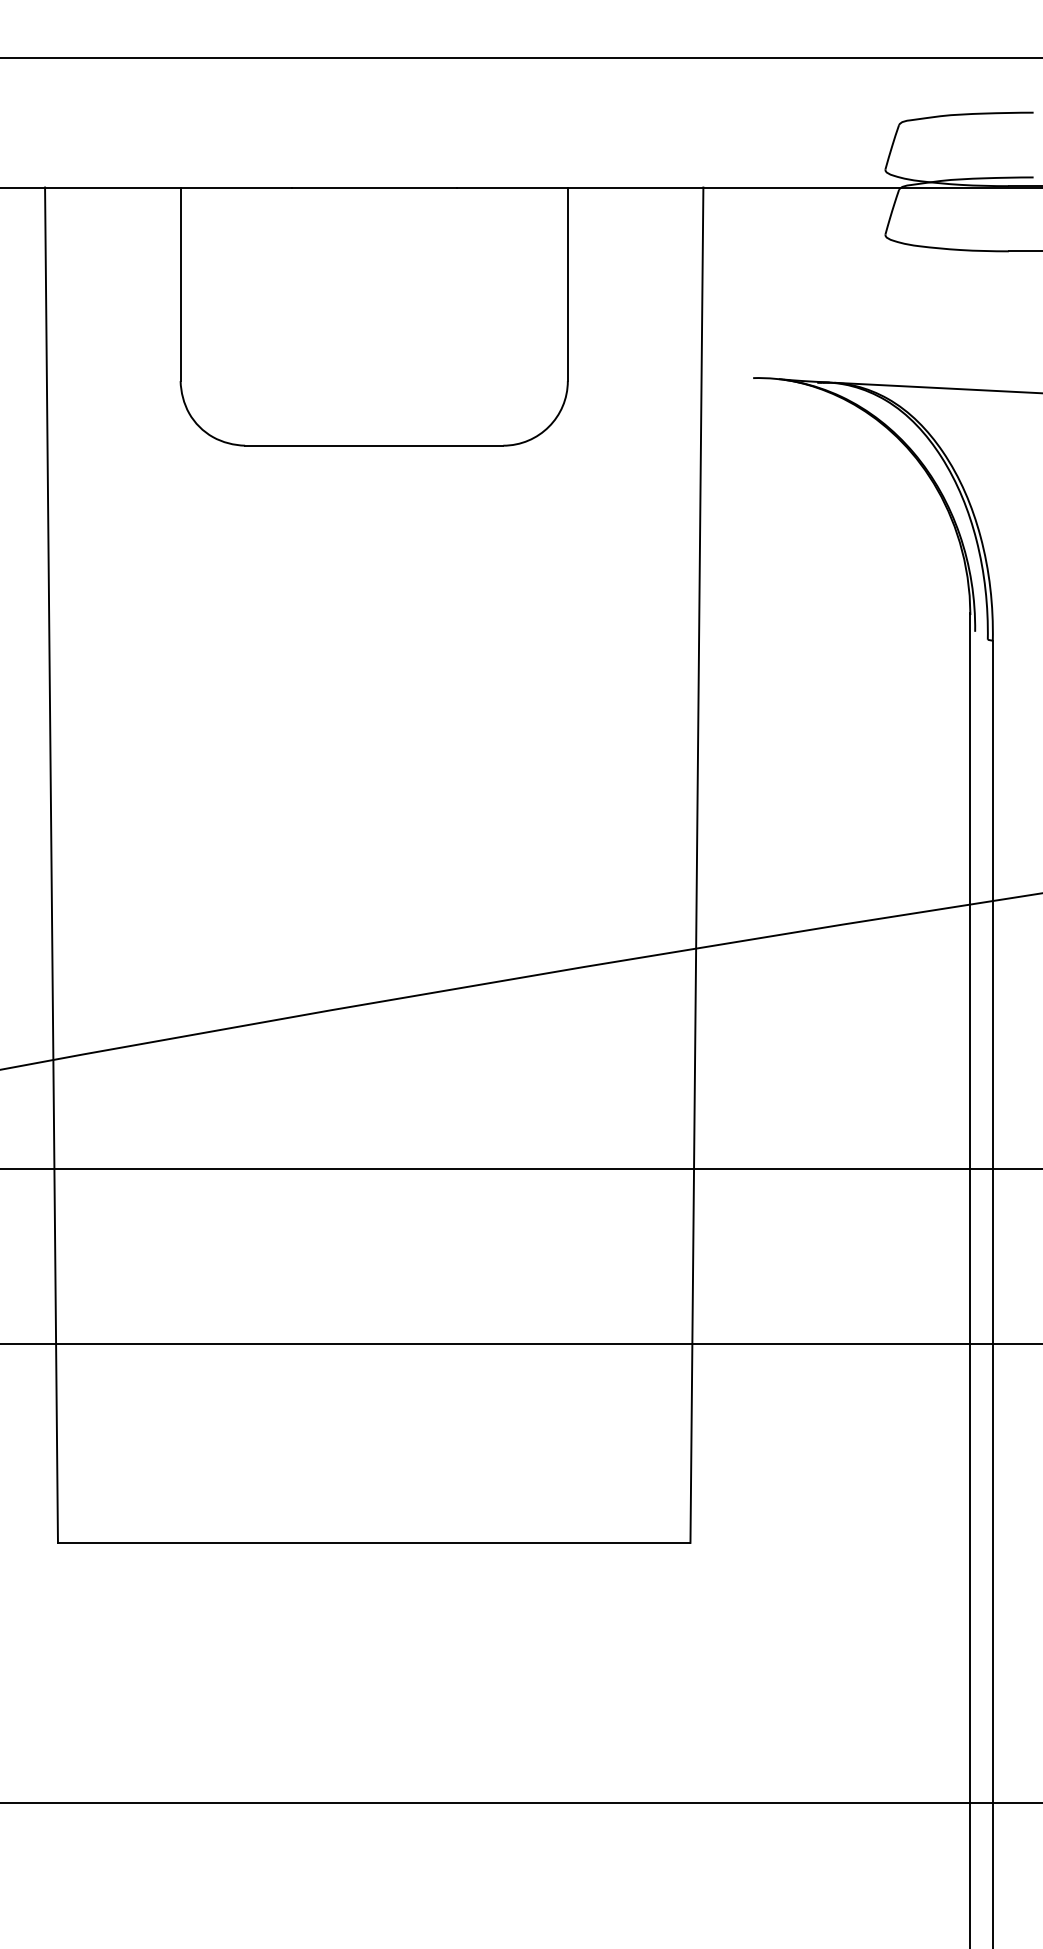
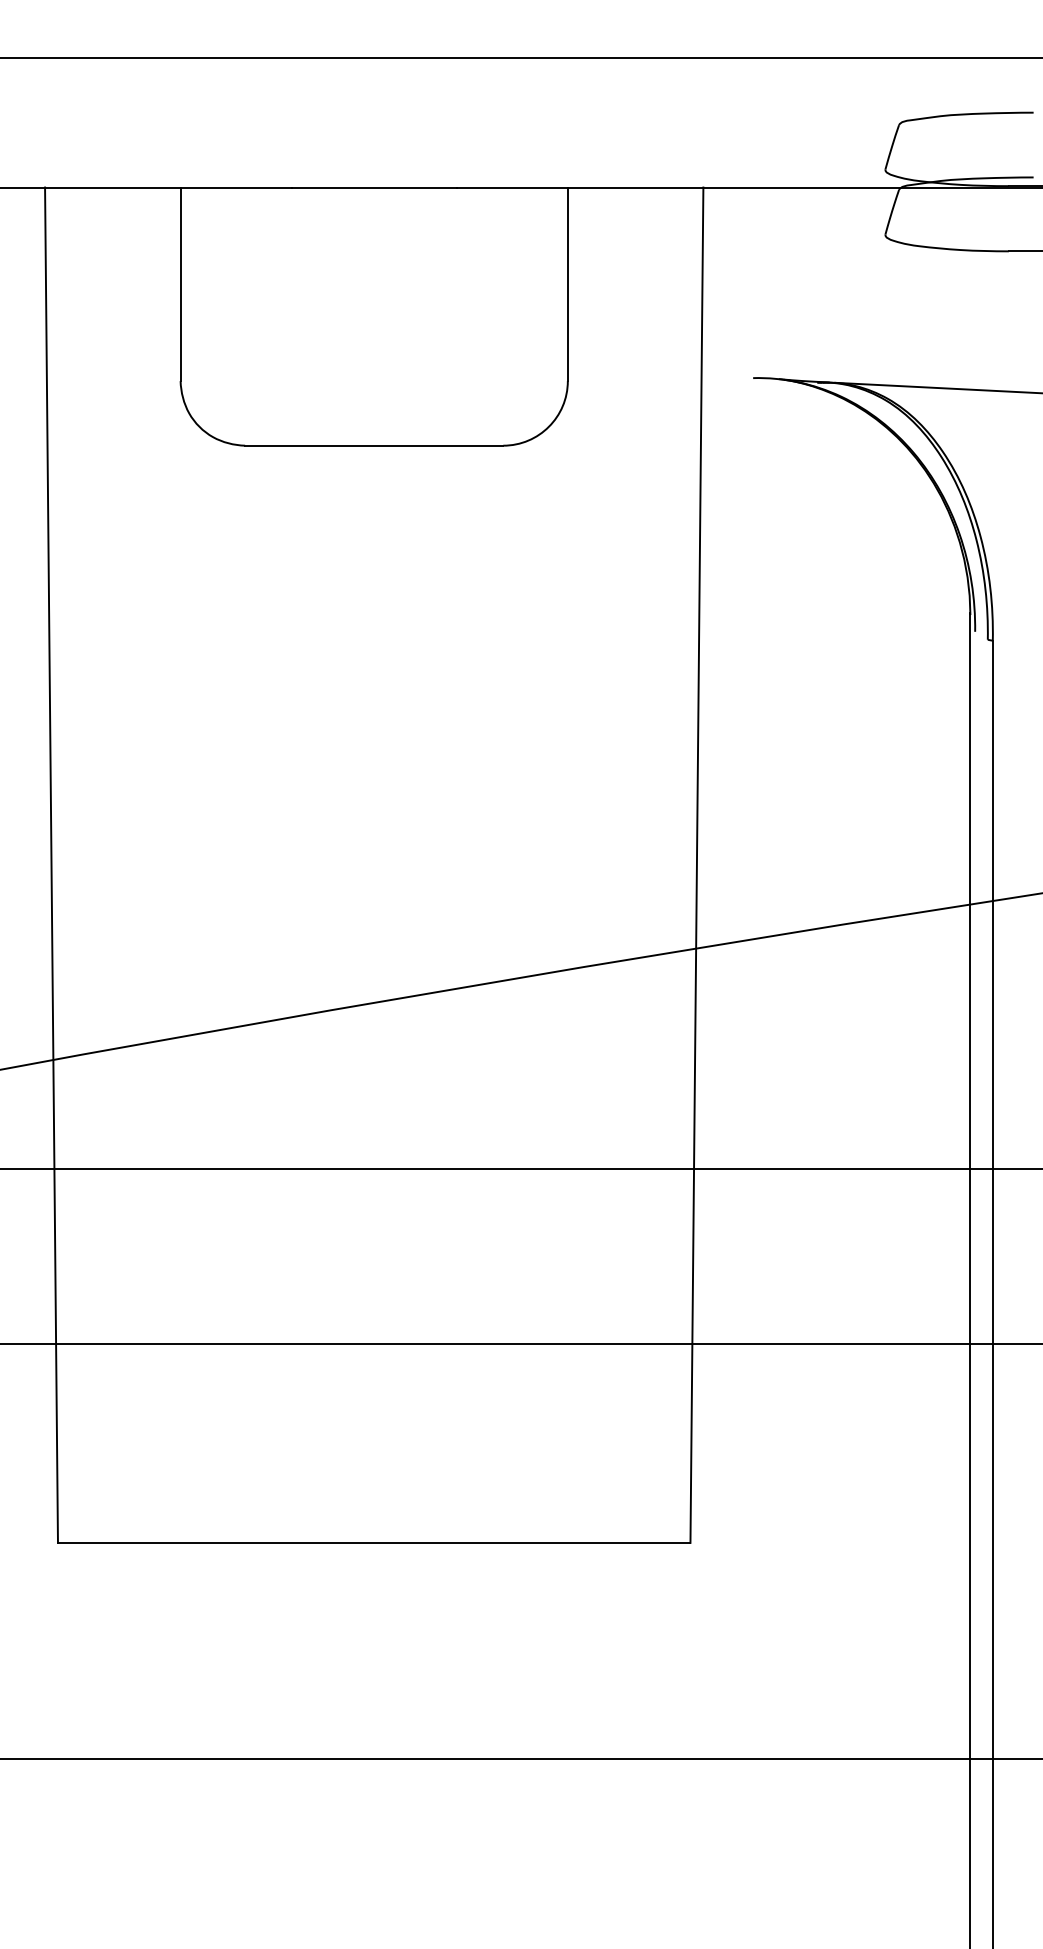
line at (520, 1803) position: (520, 1803) -> (520, 1759)
